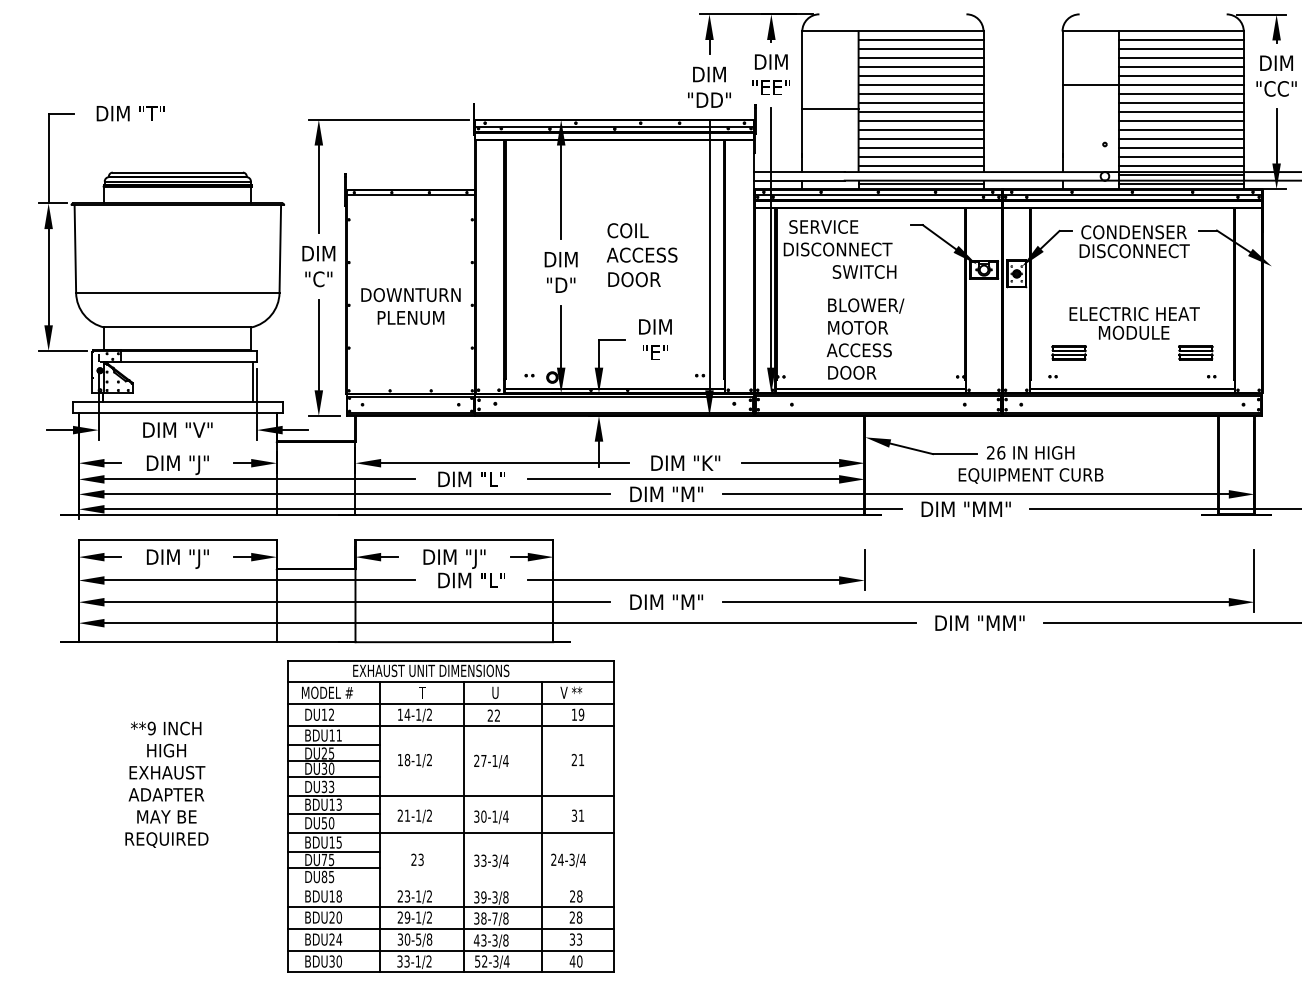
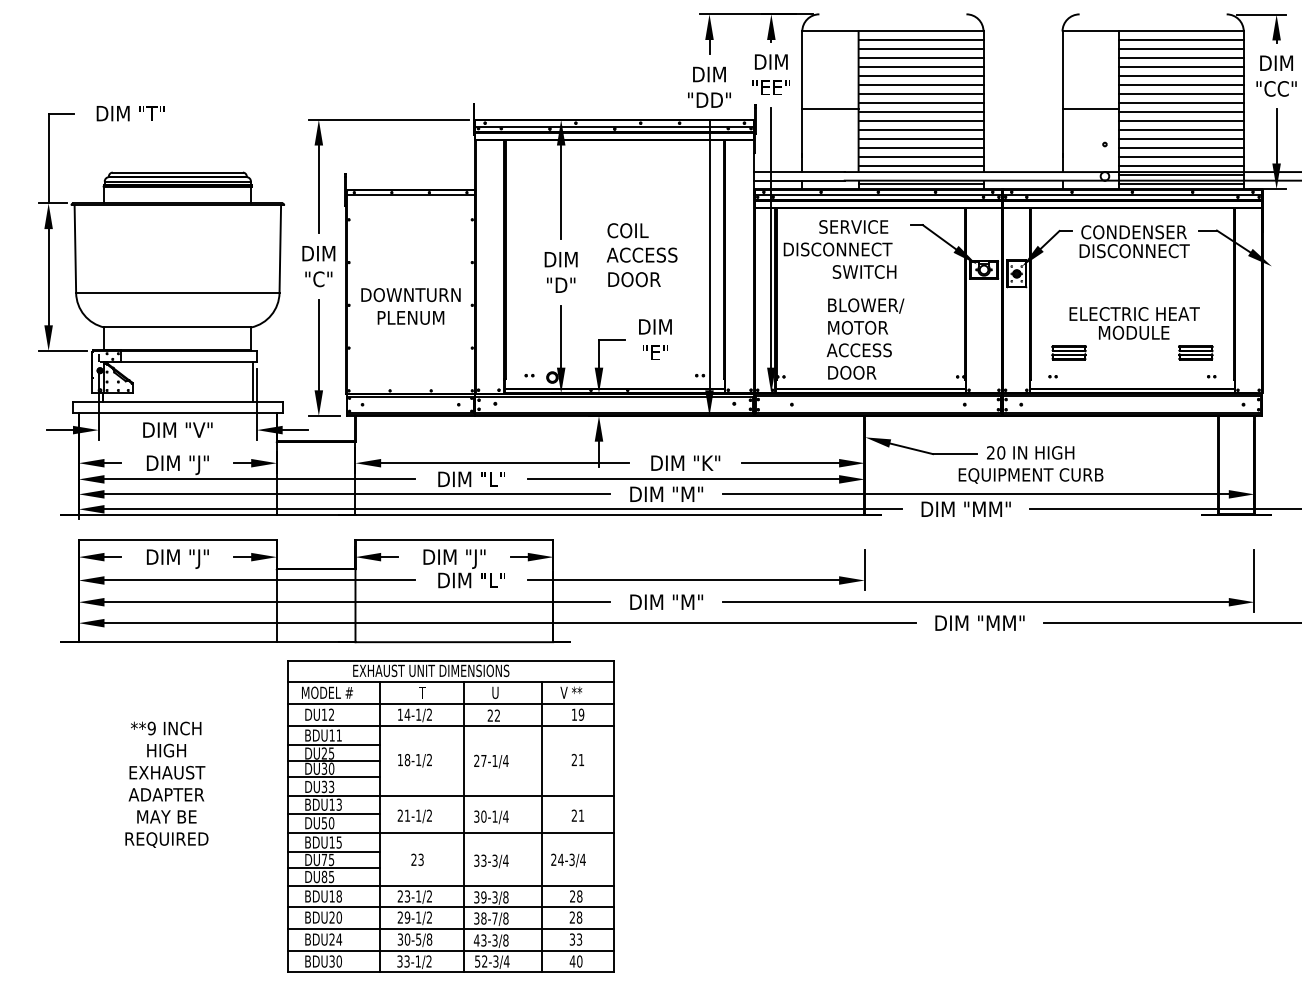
line at (1090, 85) position: (1090, 85) -> (1090, 109)
text at (823, 226) position: (823, 226) -> (853, 226)
text at (1001, 452): 26 -> 20
text at (574, 815): 31 -> 21
line at (450, 885): none -> present
